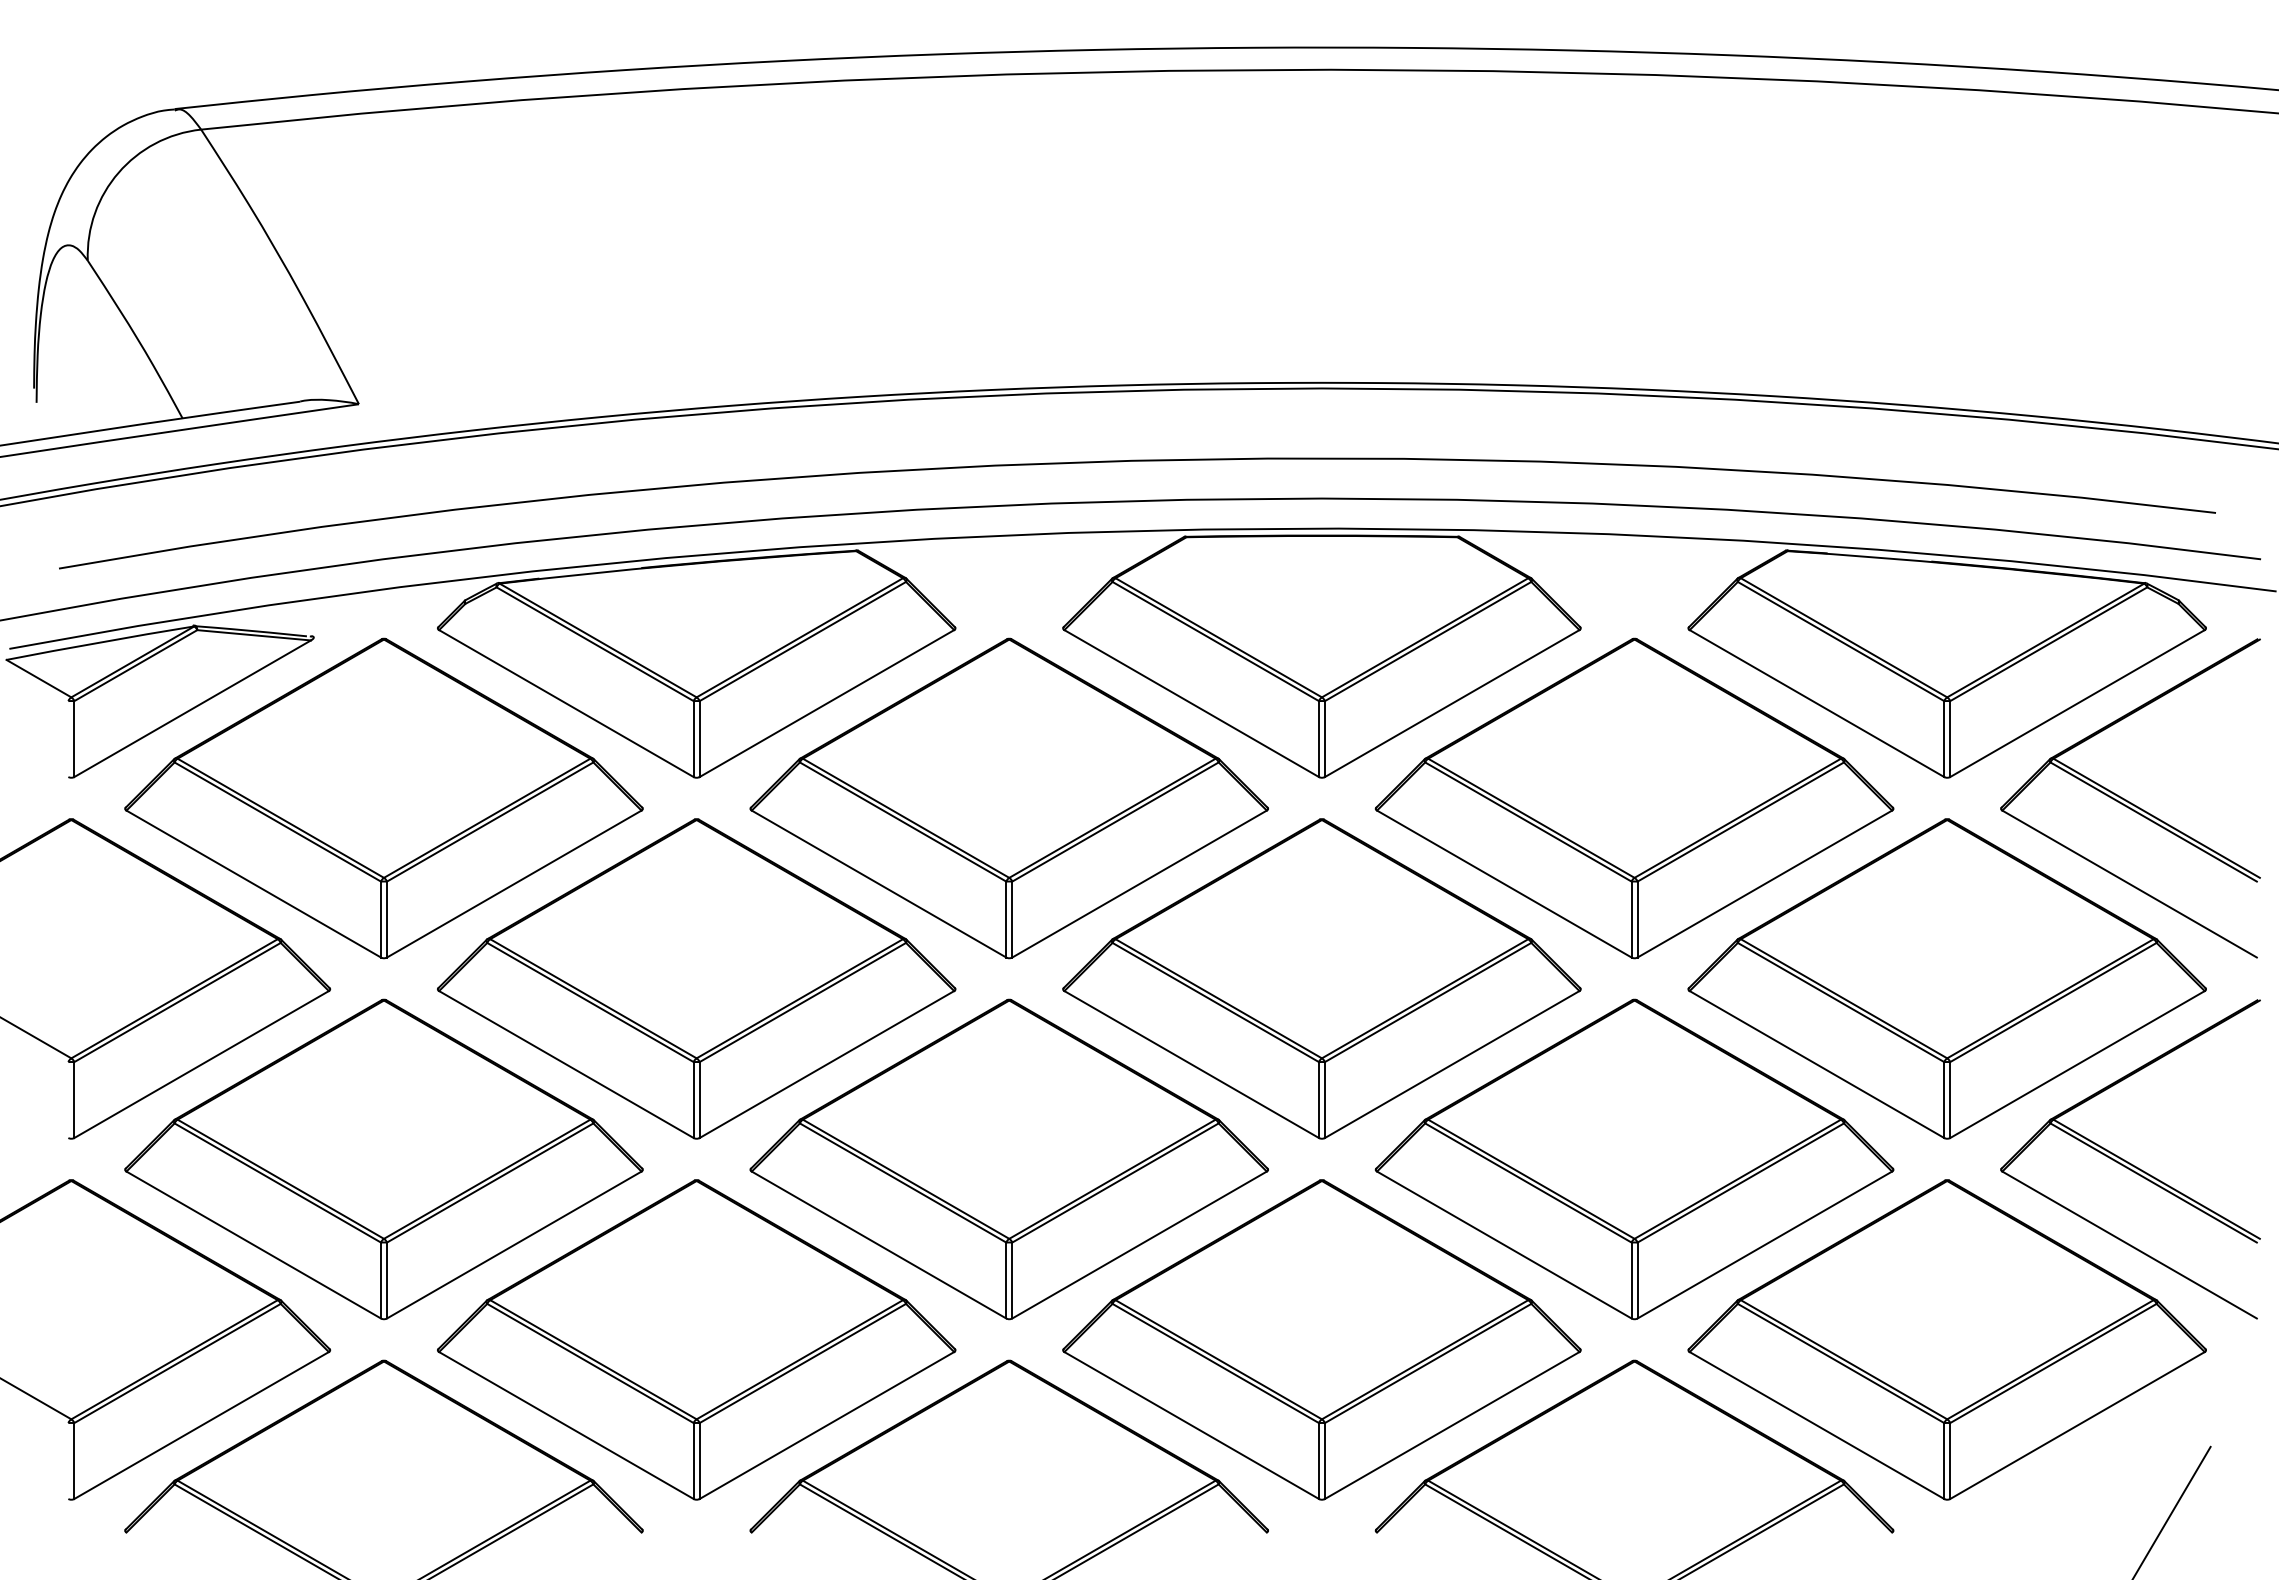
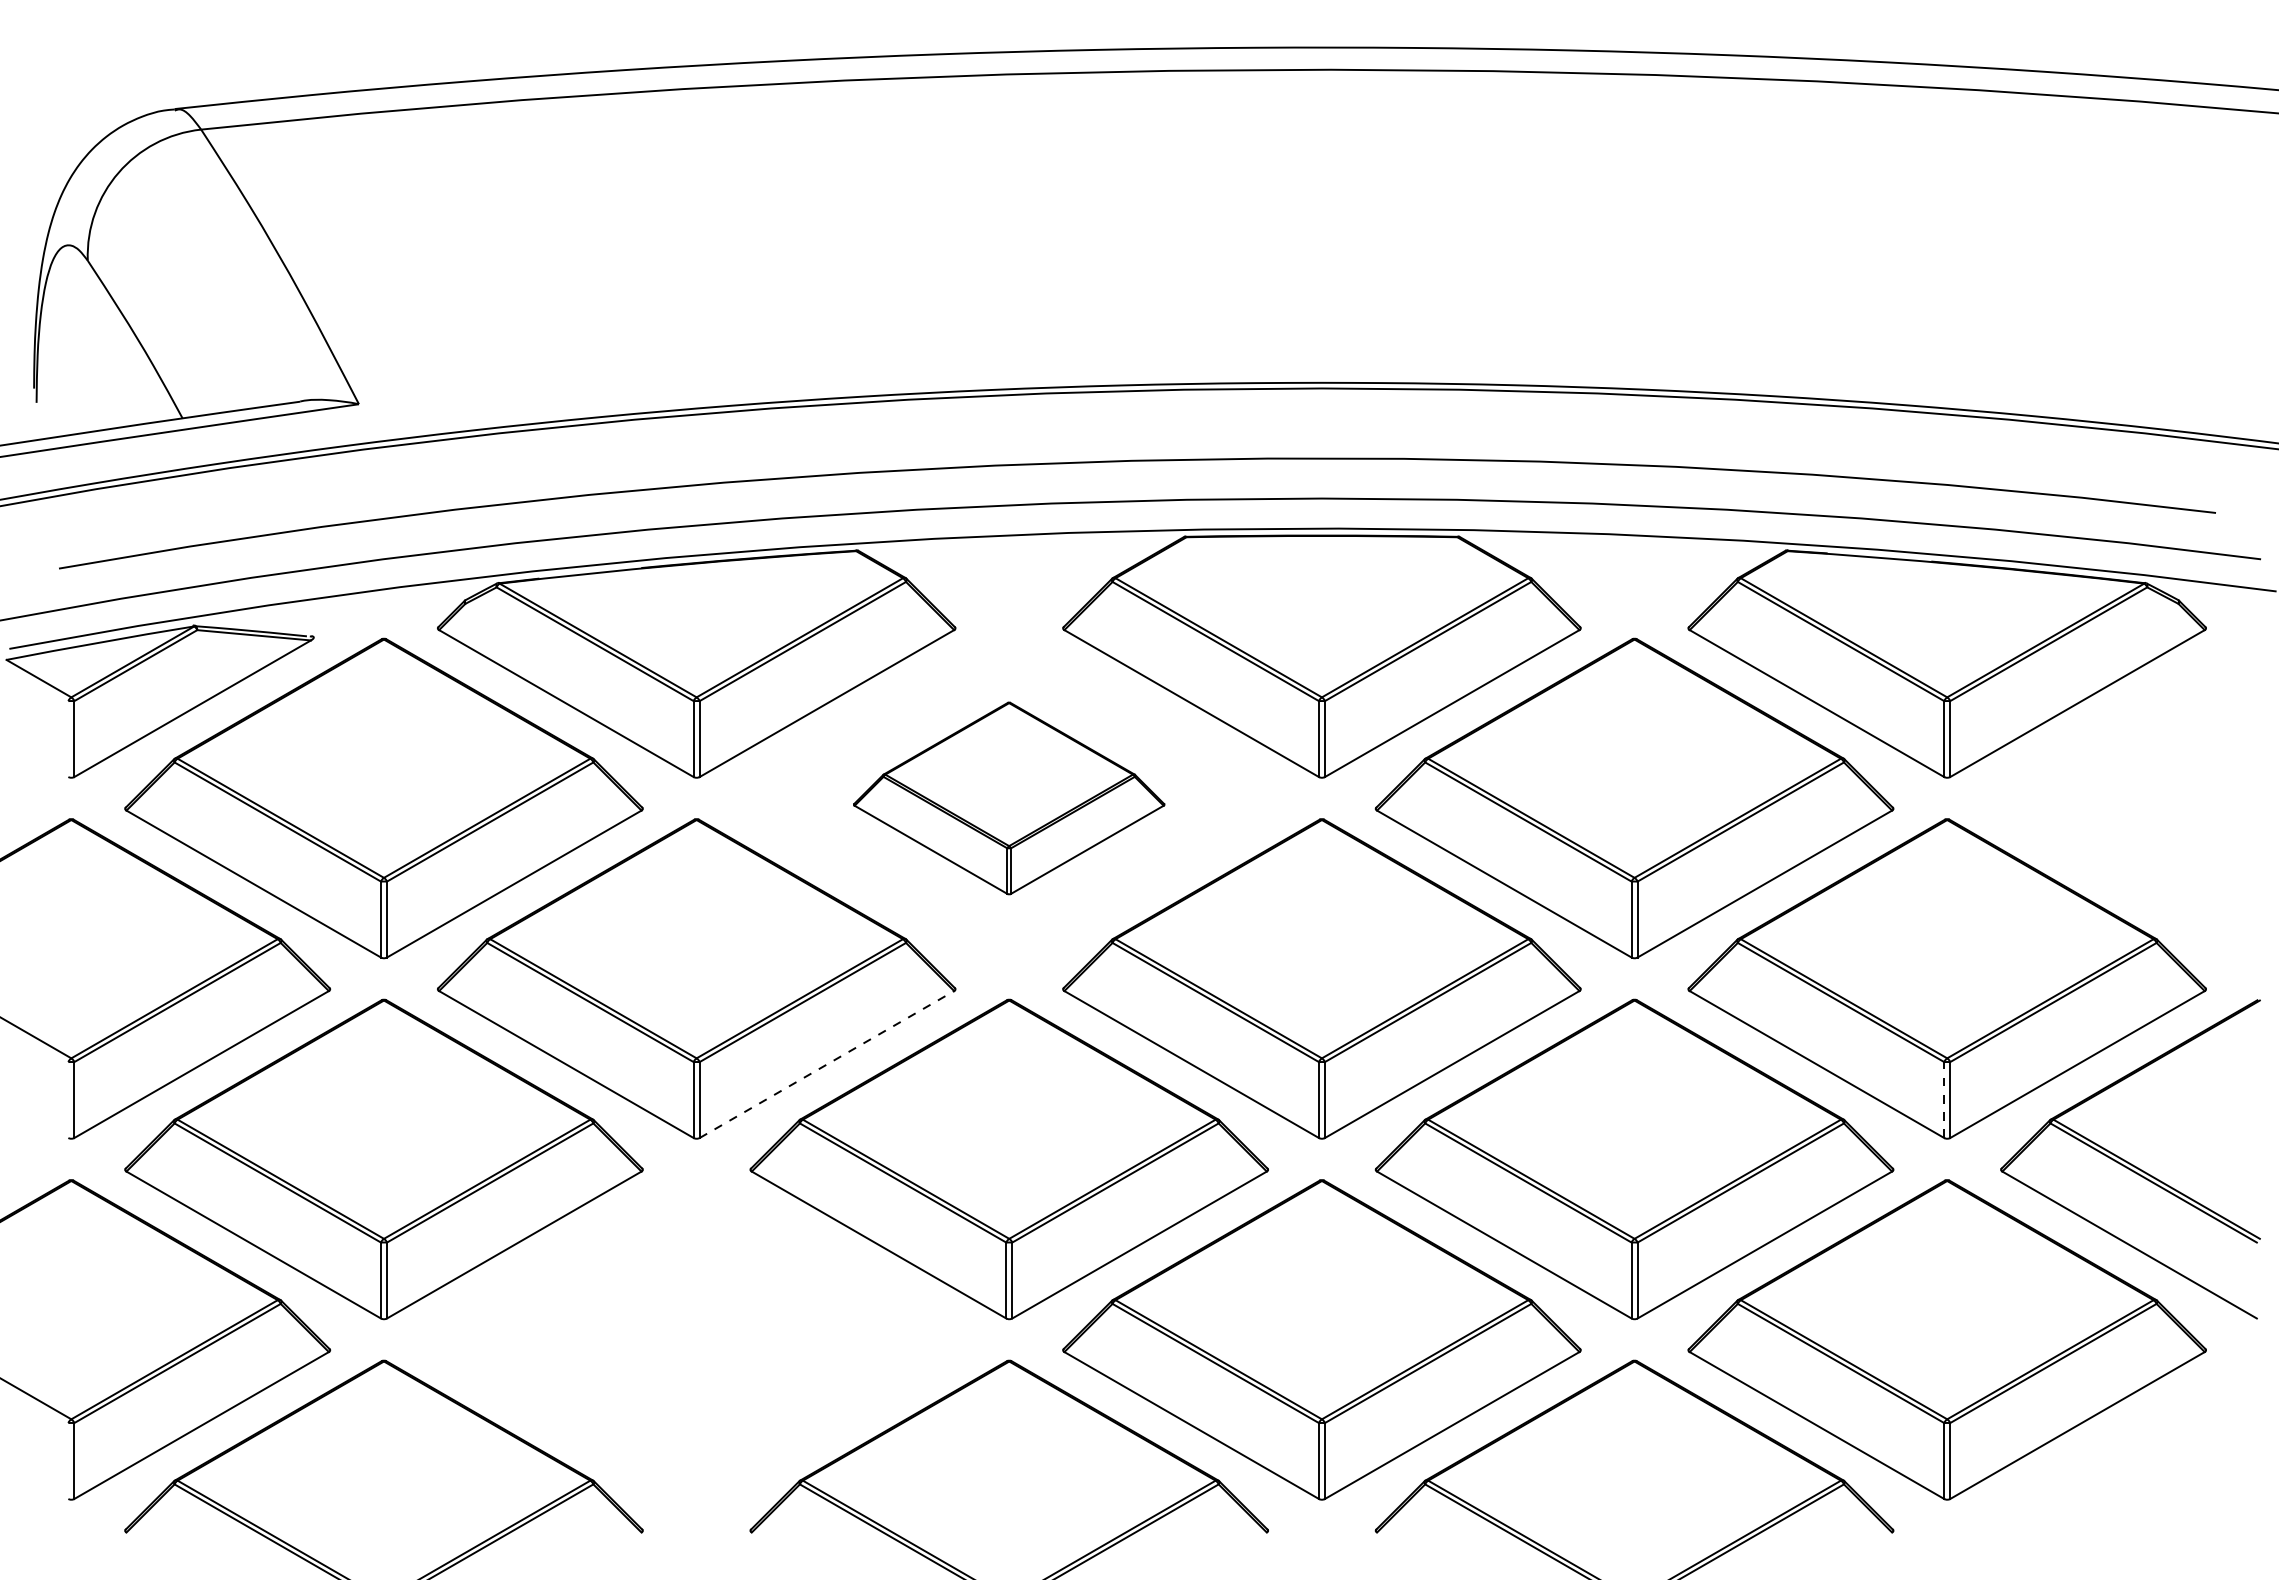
part at (1008, 798) size: 520x323 px -> 313x195 px
part at (2130, 798): present -> none
line at (826, 1064): solid -> dashed
line at (1944, 1100): solid -> dashed
part at (696, 1339): present -> none
line at (2172, 1511): present -> none
